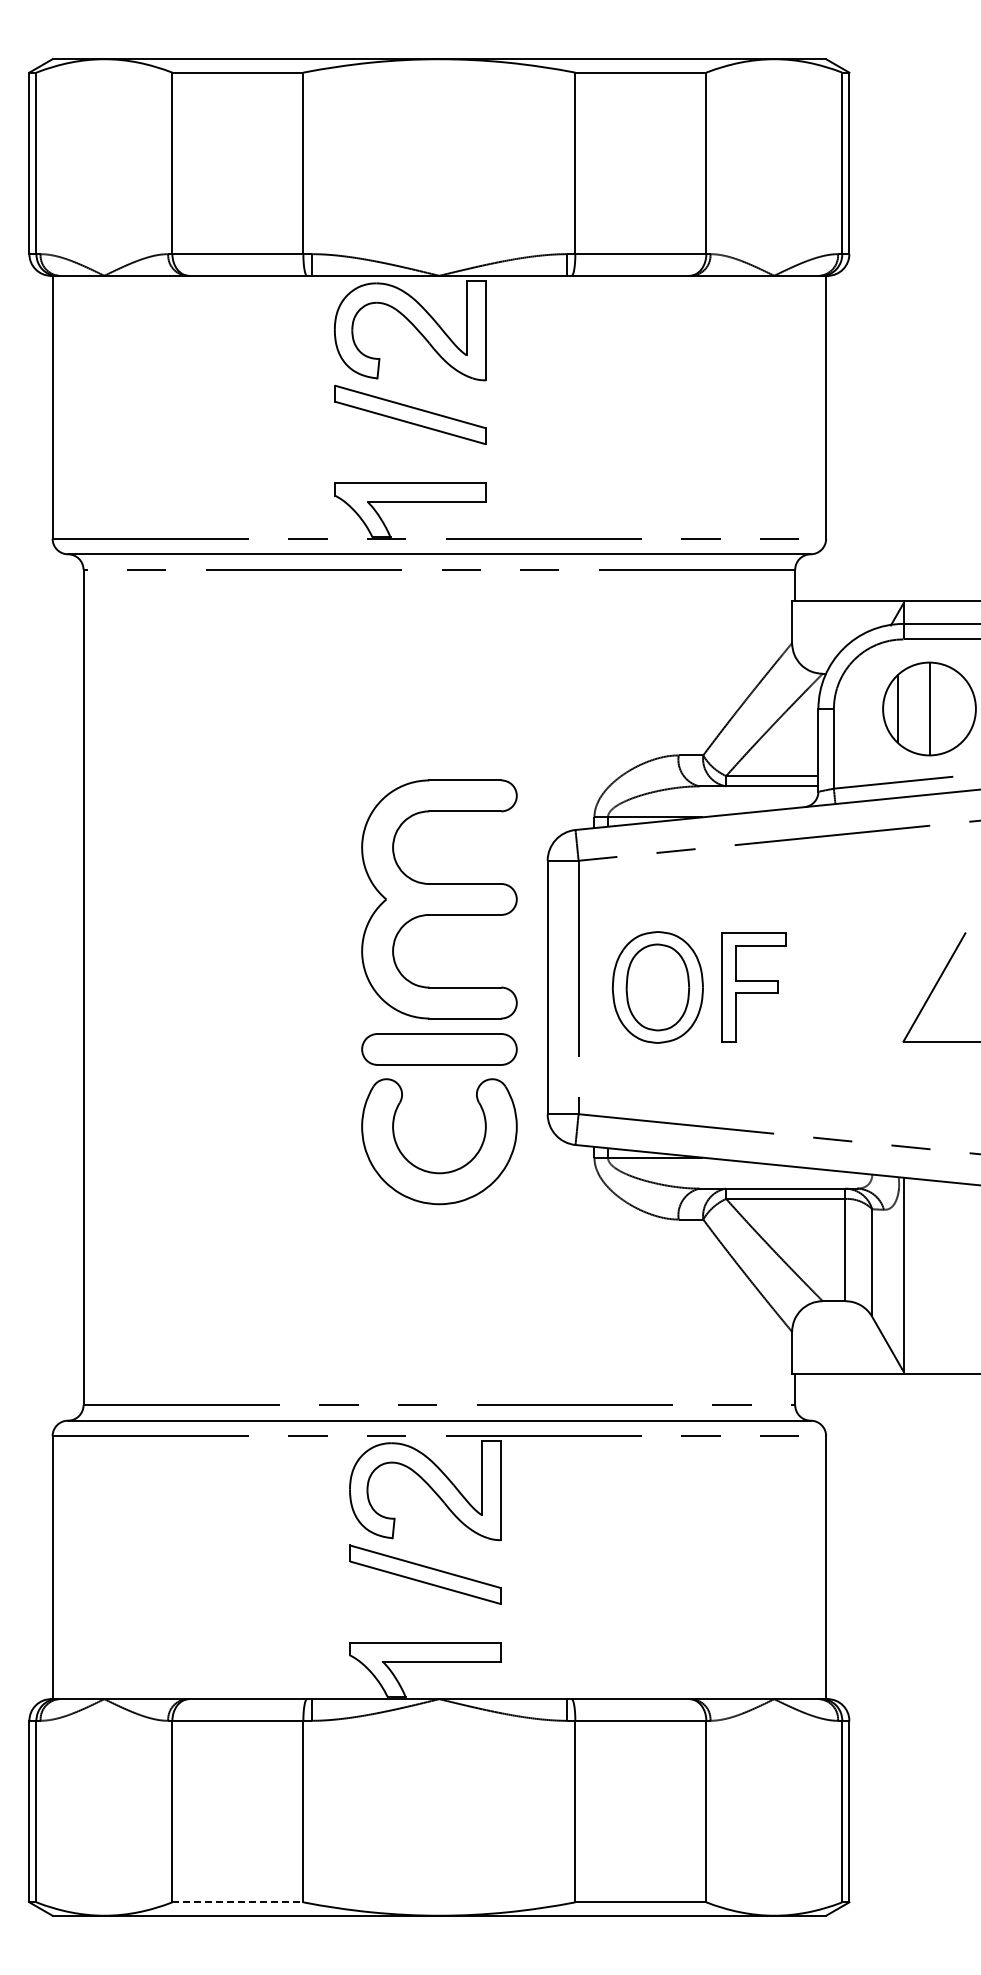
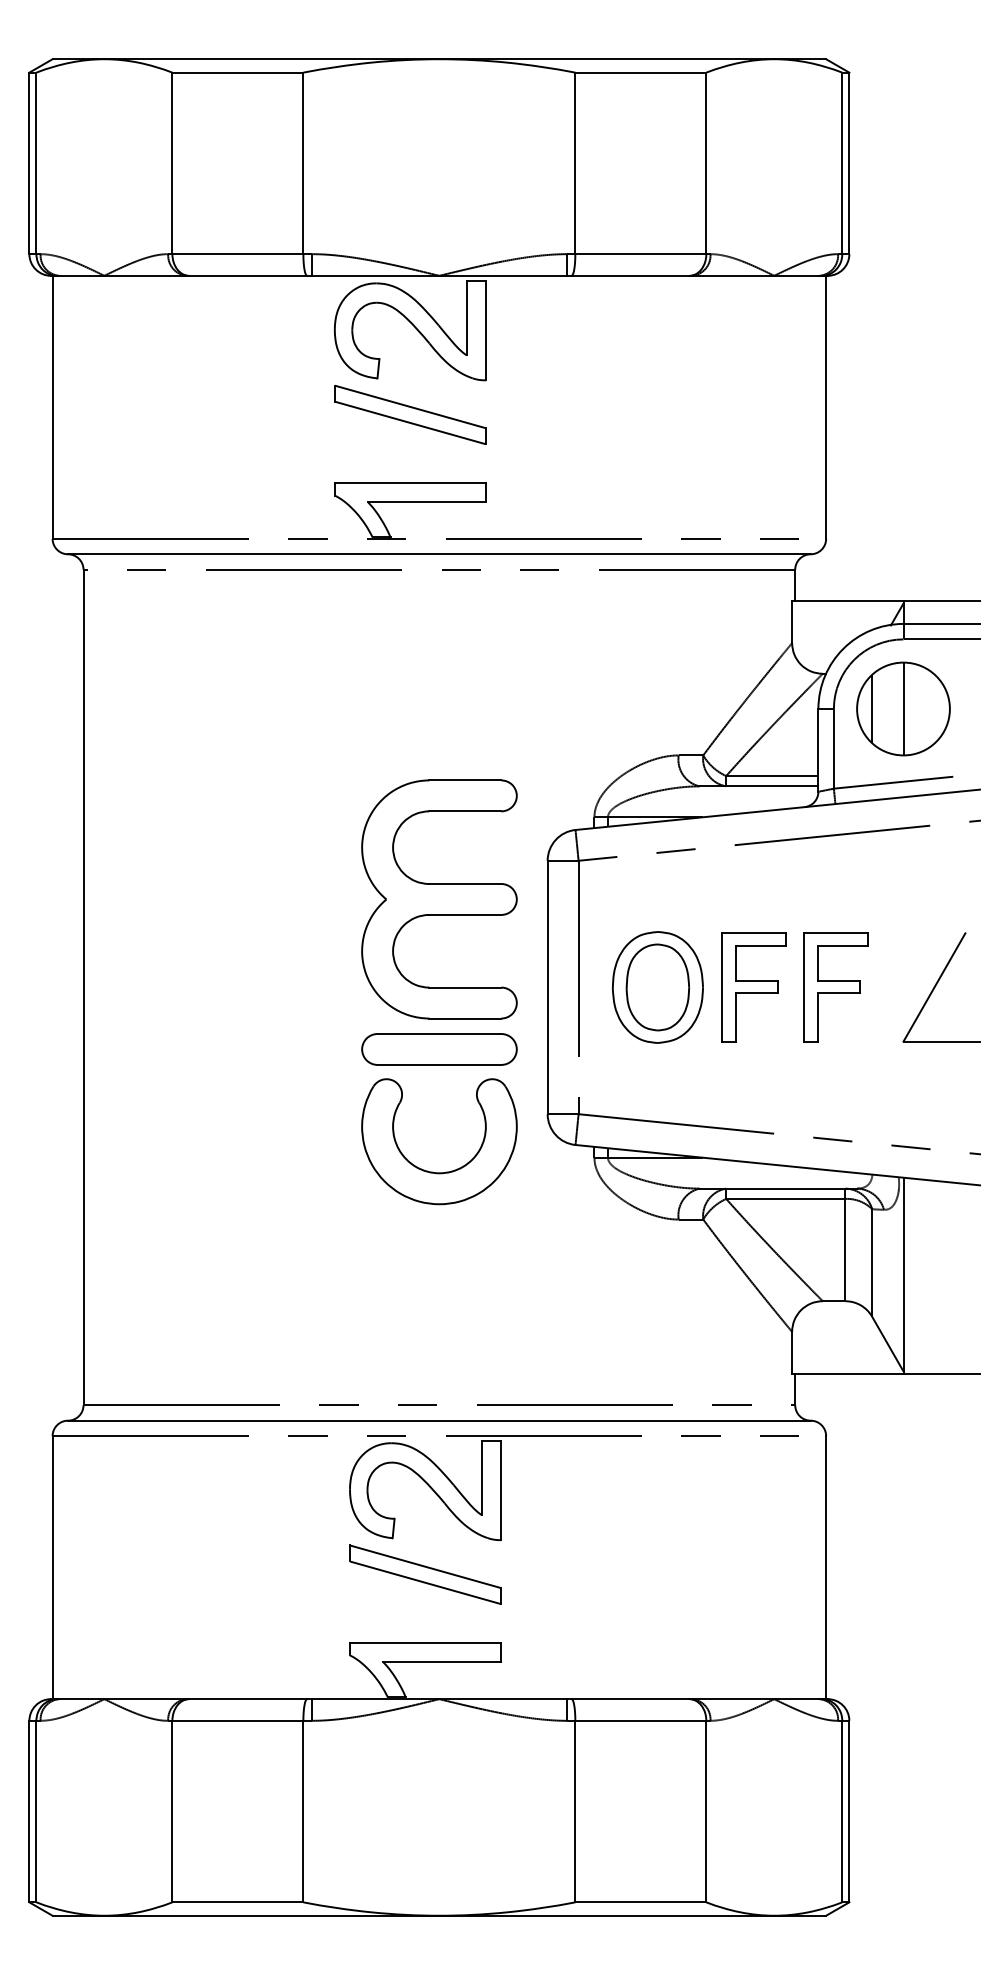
part at (929, 708) position: (929, 708) -> (903, 708)
part at (835, 987): none -> present
line at (238, 1902): dashed -> solid
